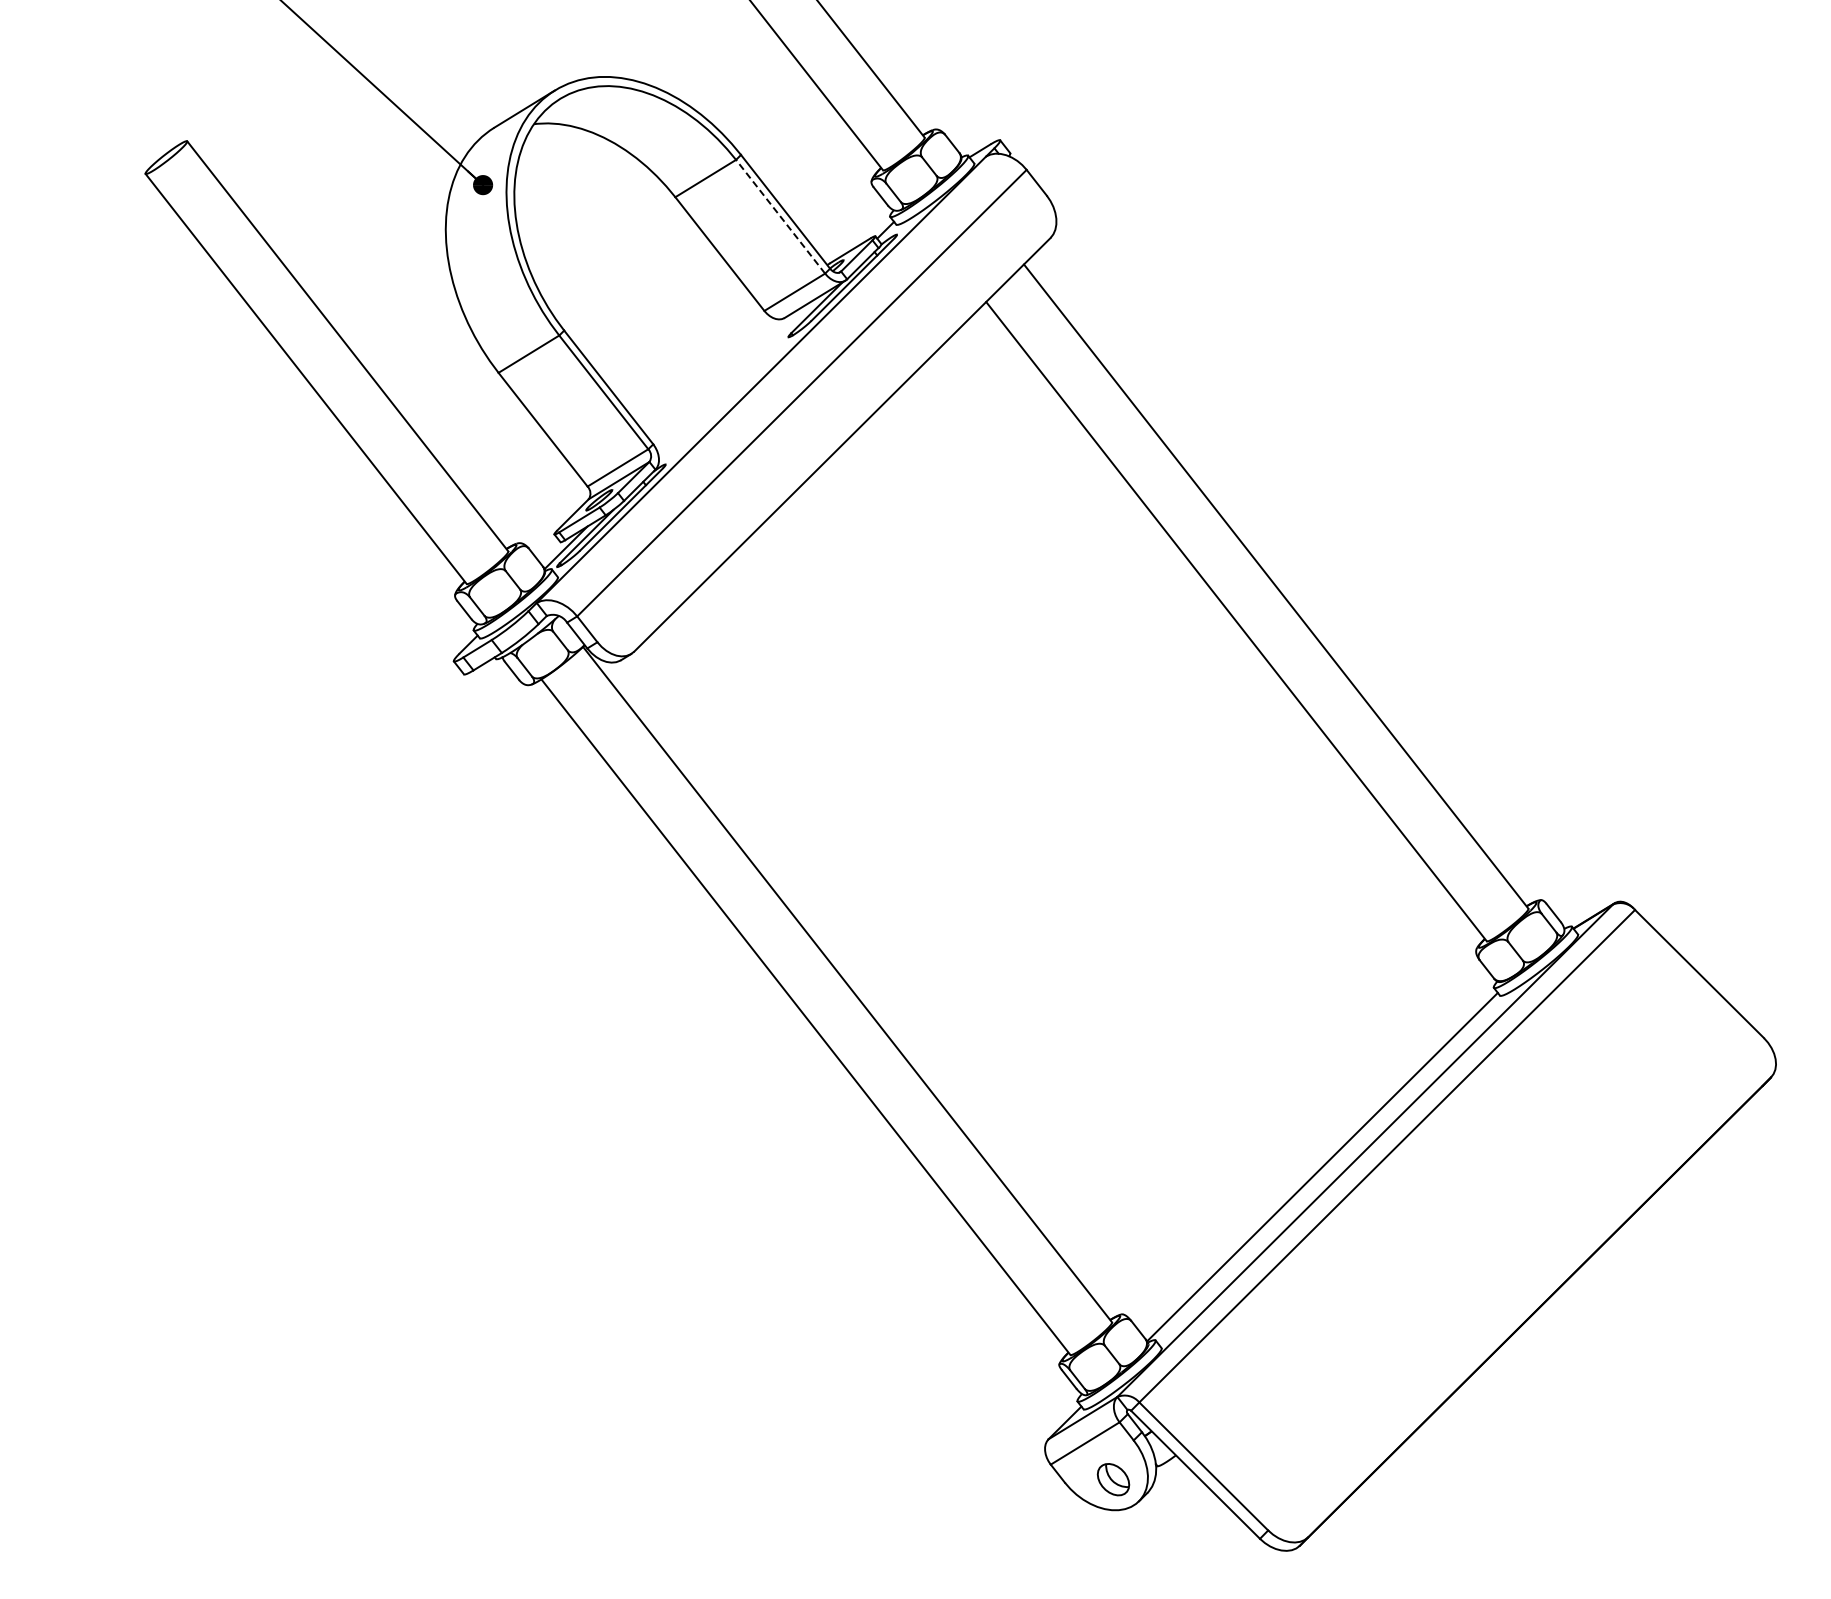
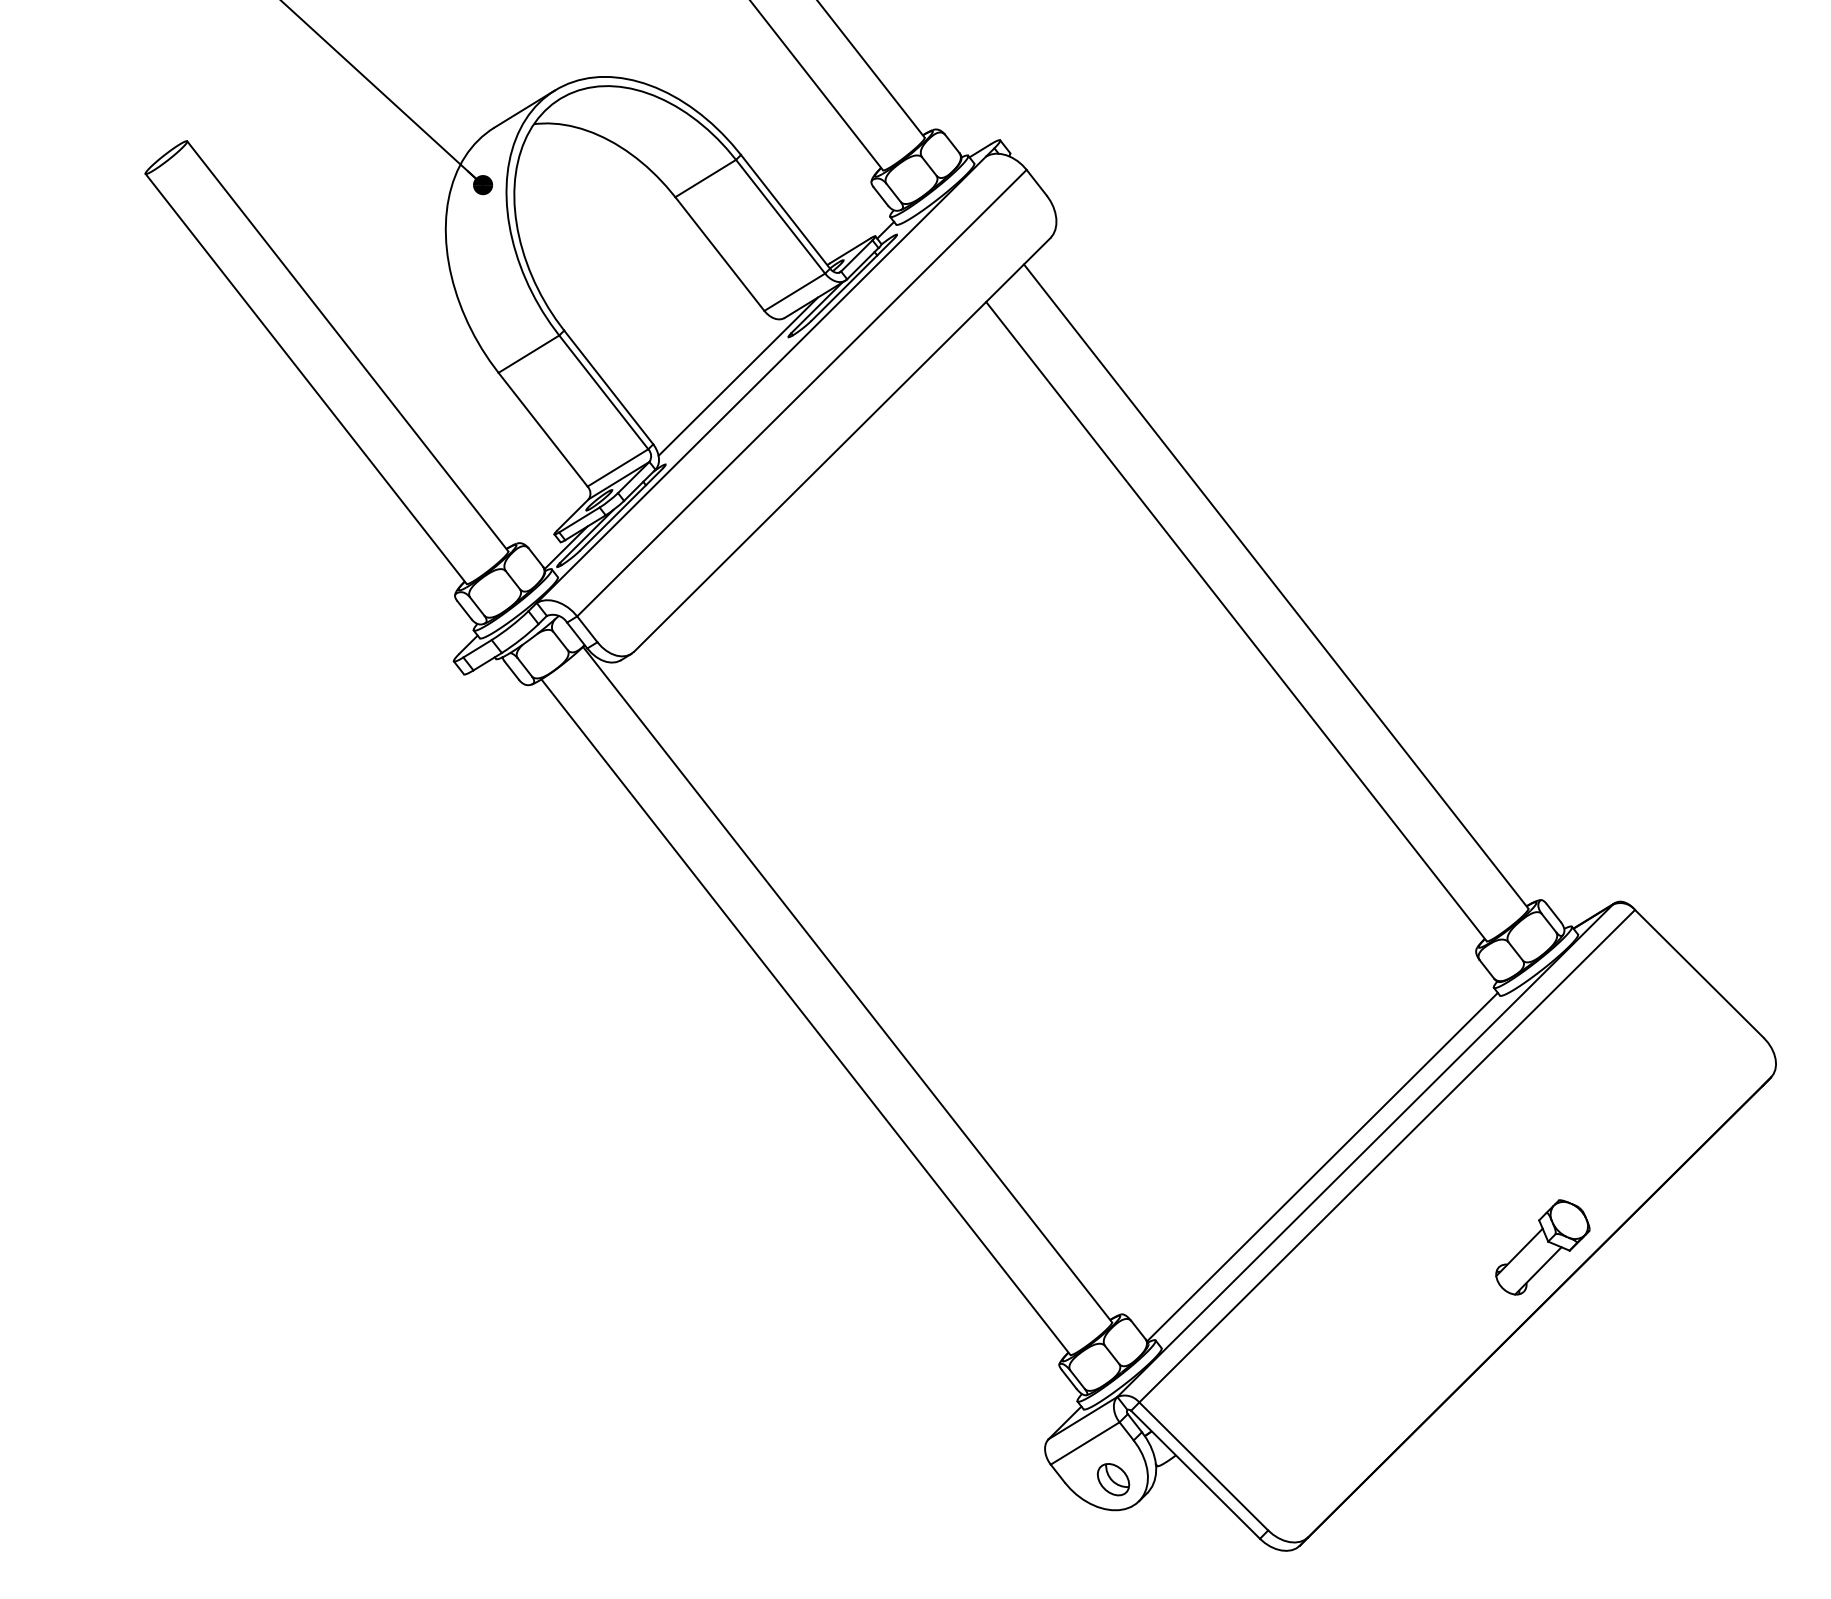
line at (780, 216): dashed -> solid
line at (738, 376): none -> present
part at (1542, 1247): none -> present
